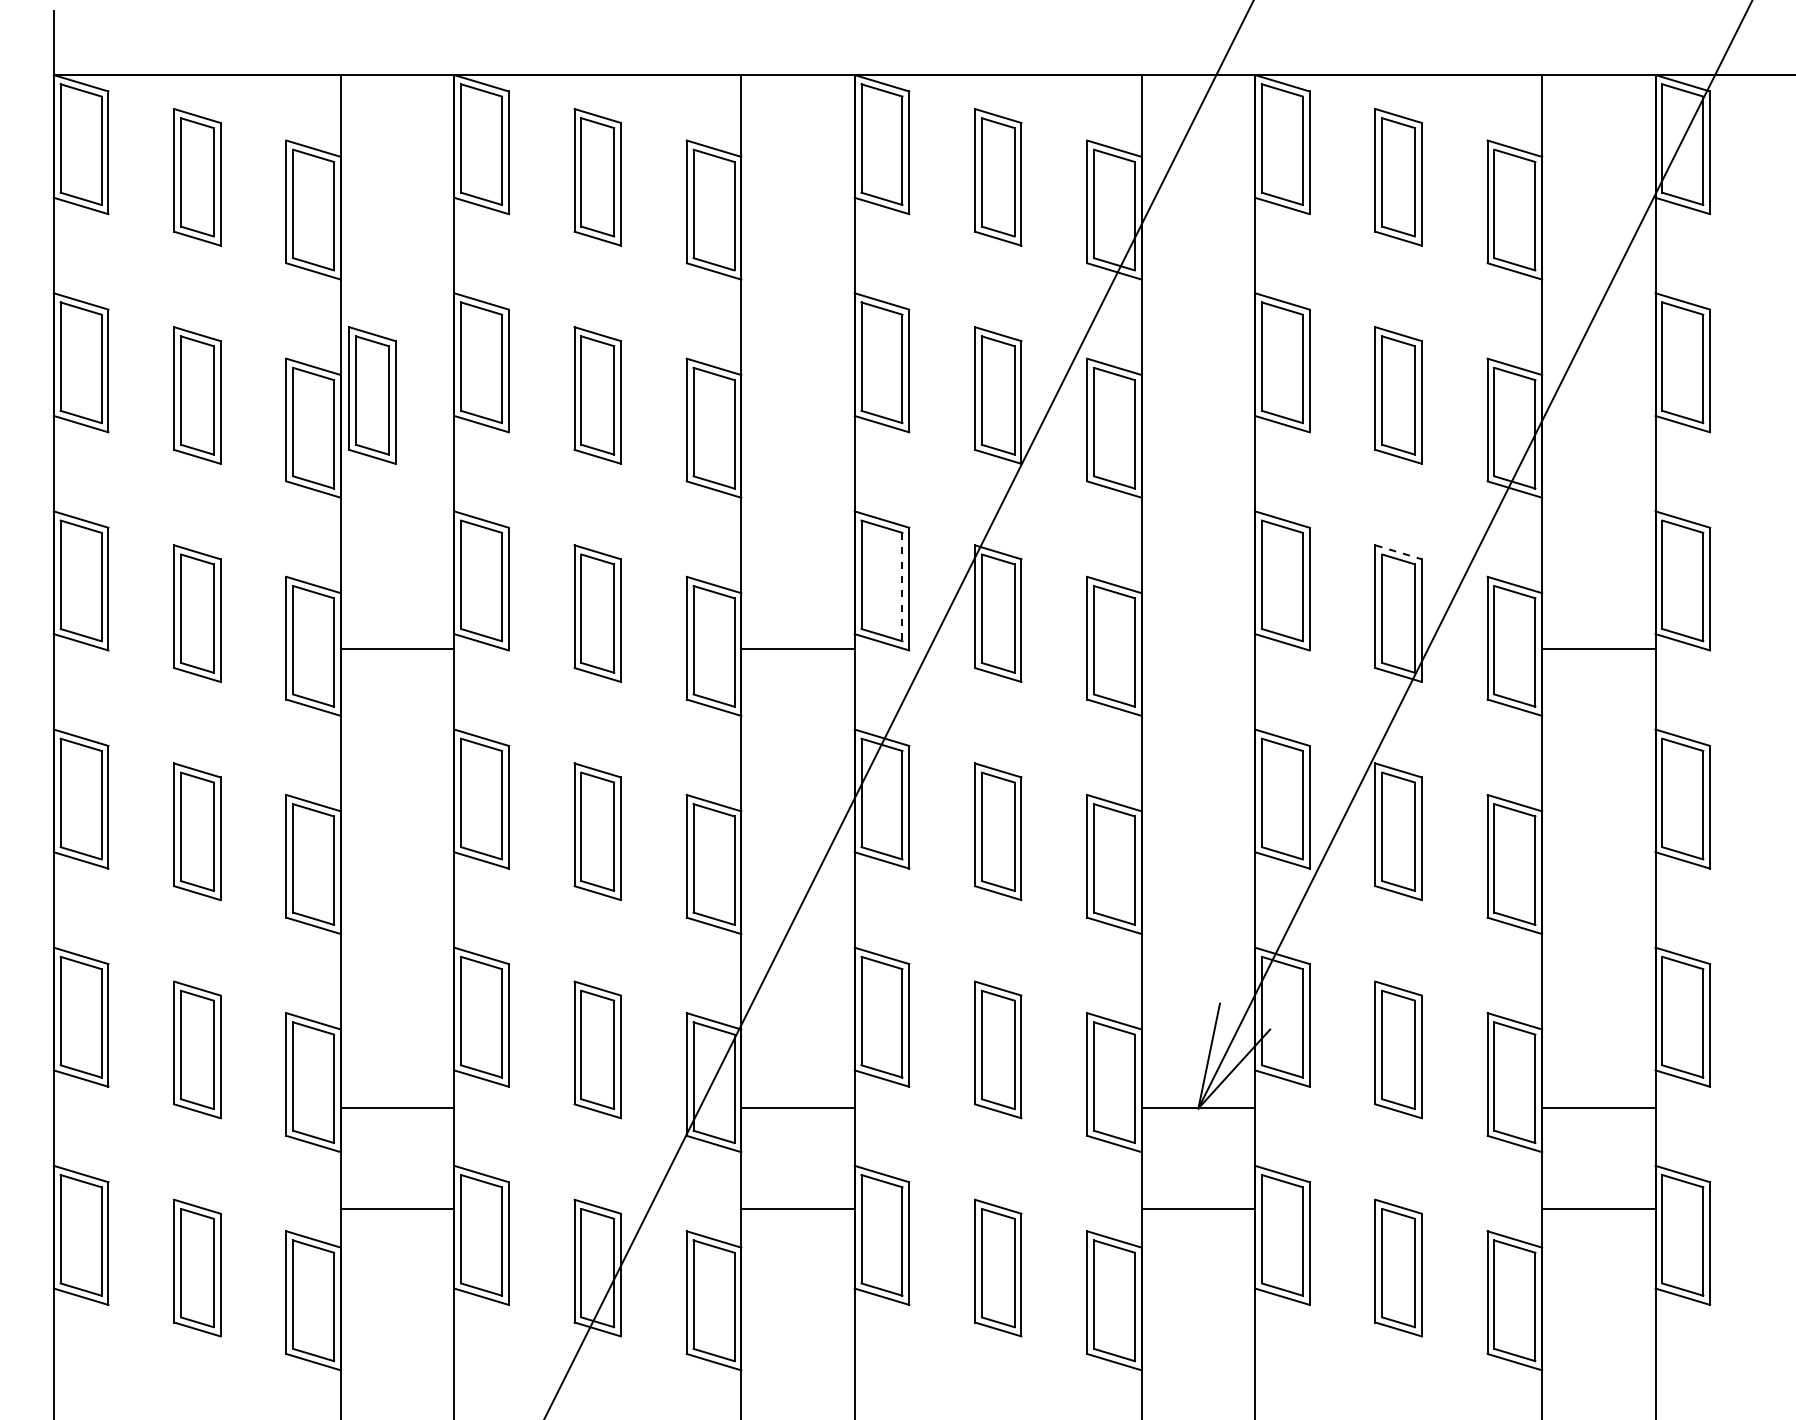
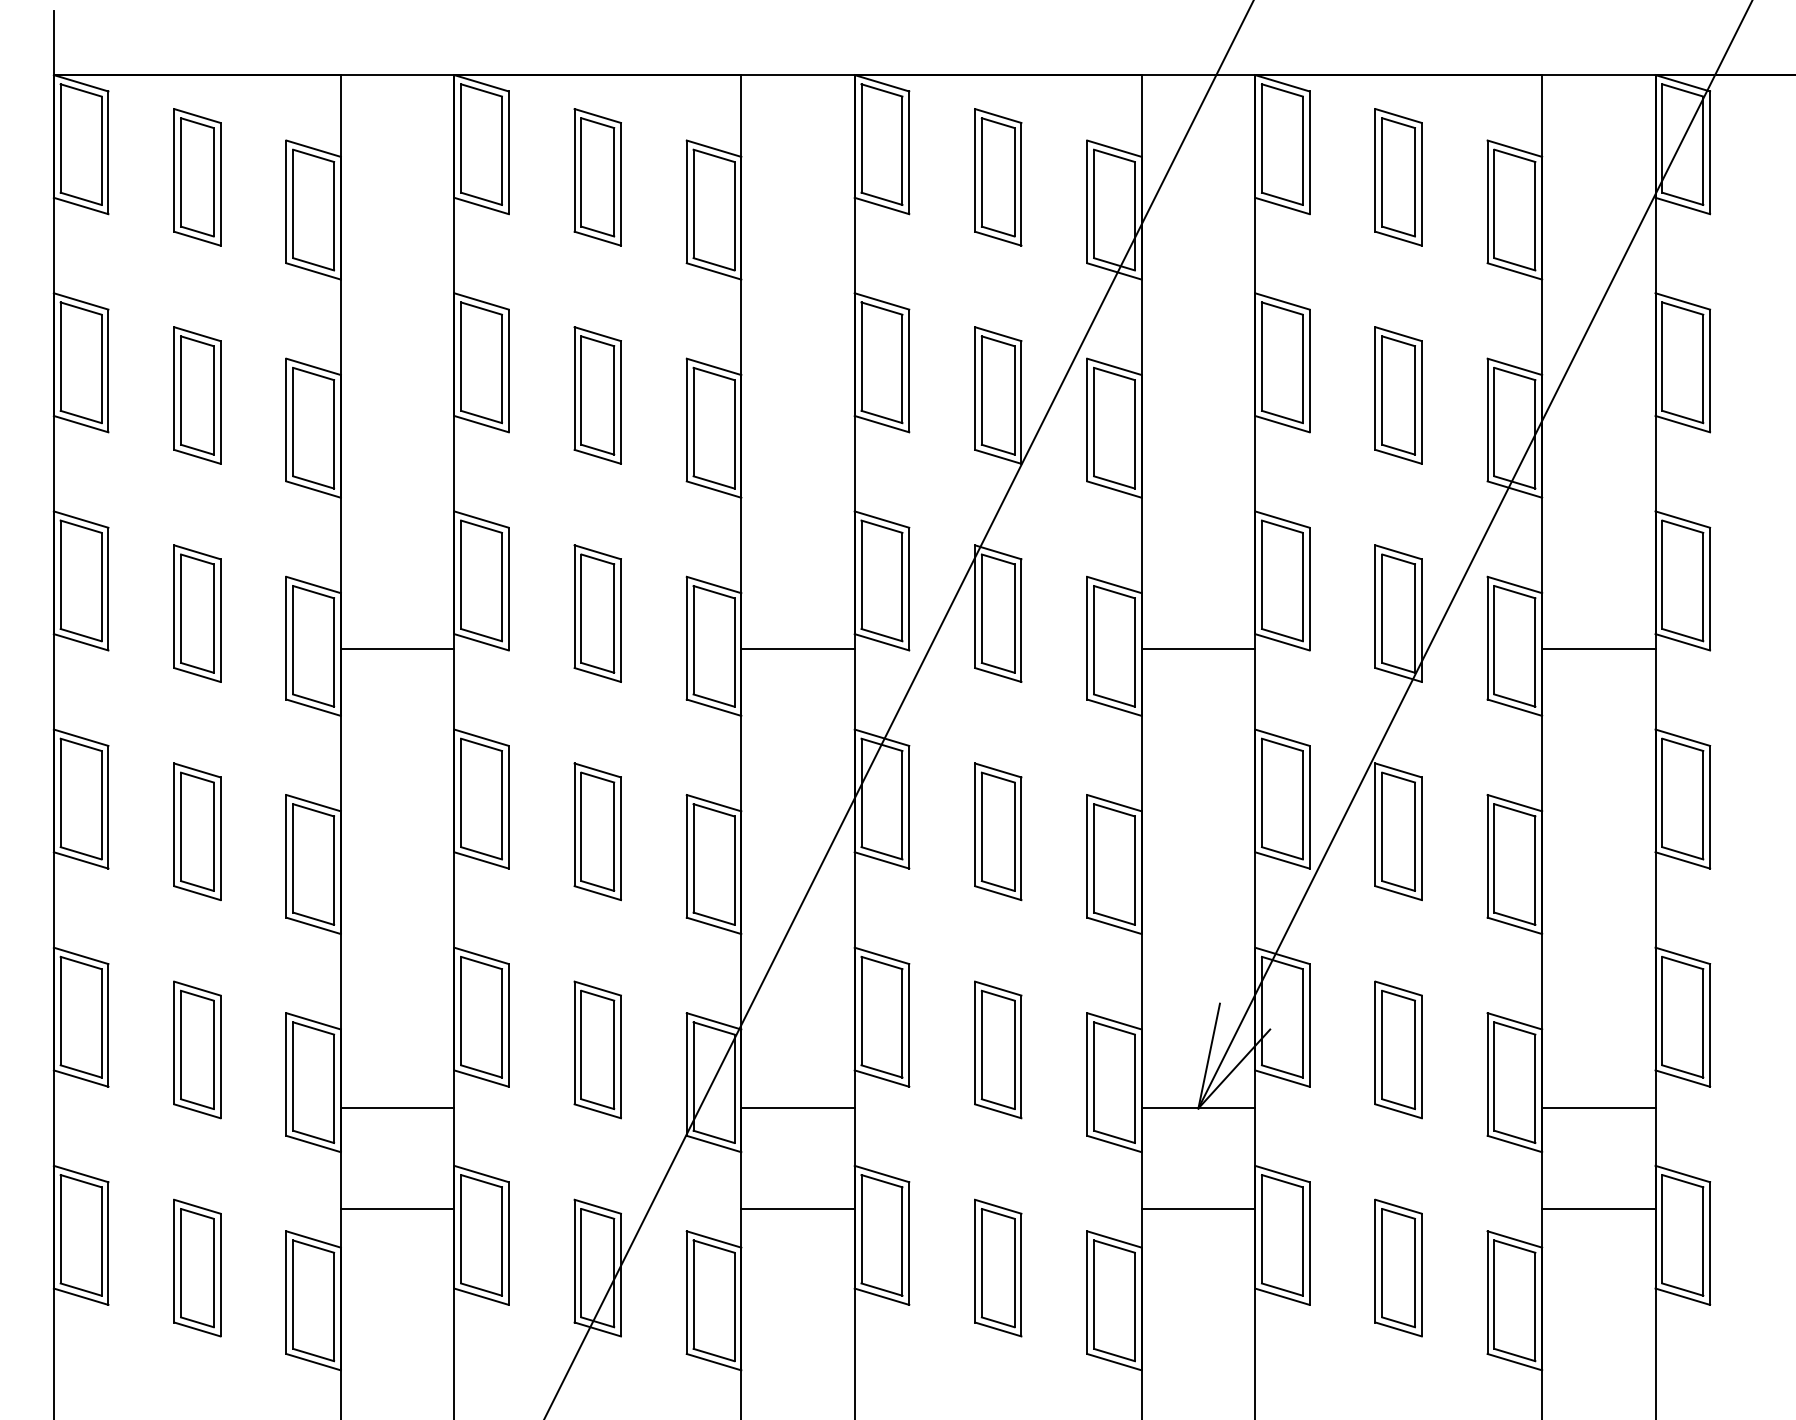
part at (372, 395): present -> none
line at (1399, 552): dashed -> solid
line at (902, 587): dashed -> solid
line at (1198, 649): none -> present
